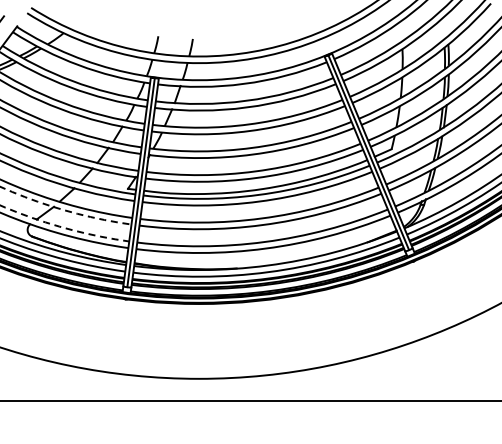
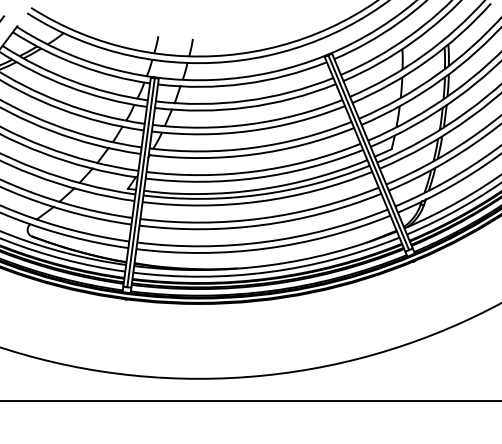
arc at (64, 210): dashed -> solid
arc at (63, 227): dashed -> solid
